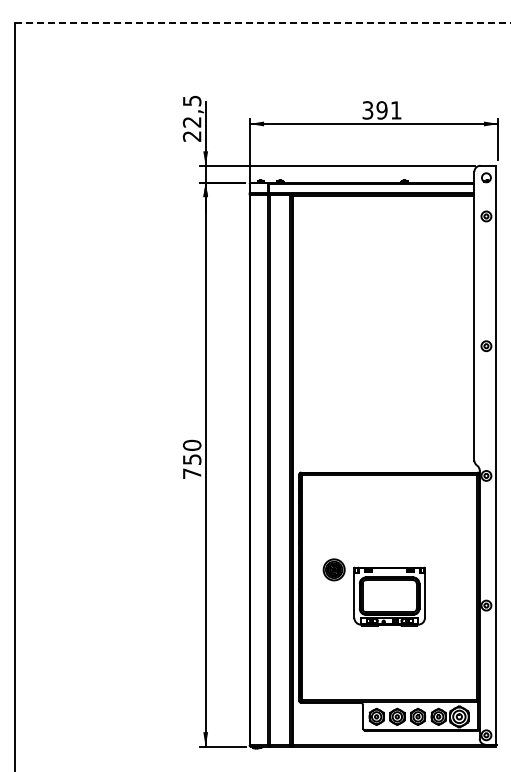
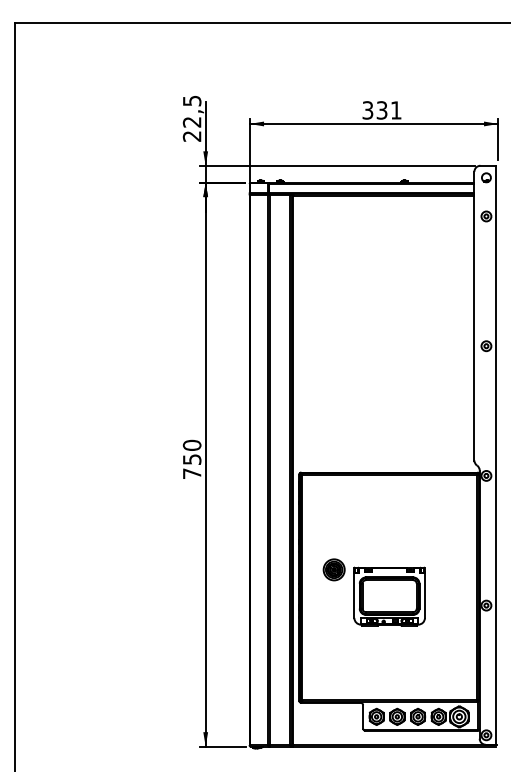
line at (263, 23): dashed -> solid
text at (381, 110): 391 -> 331
